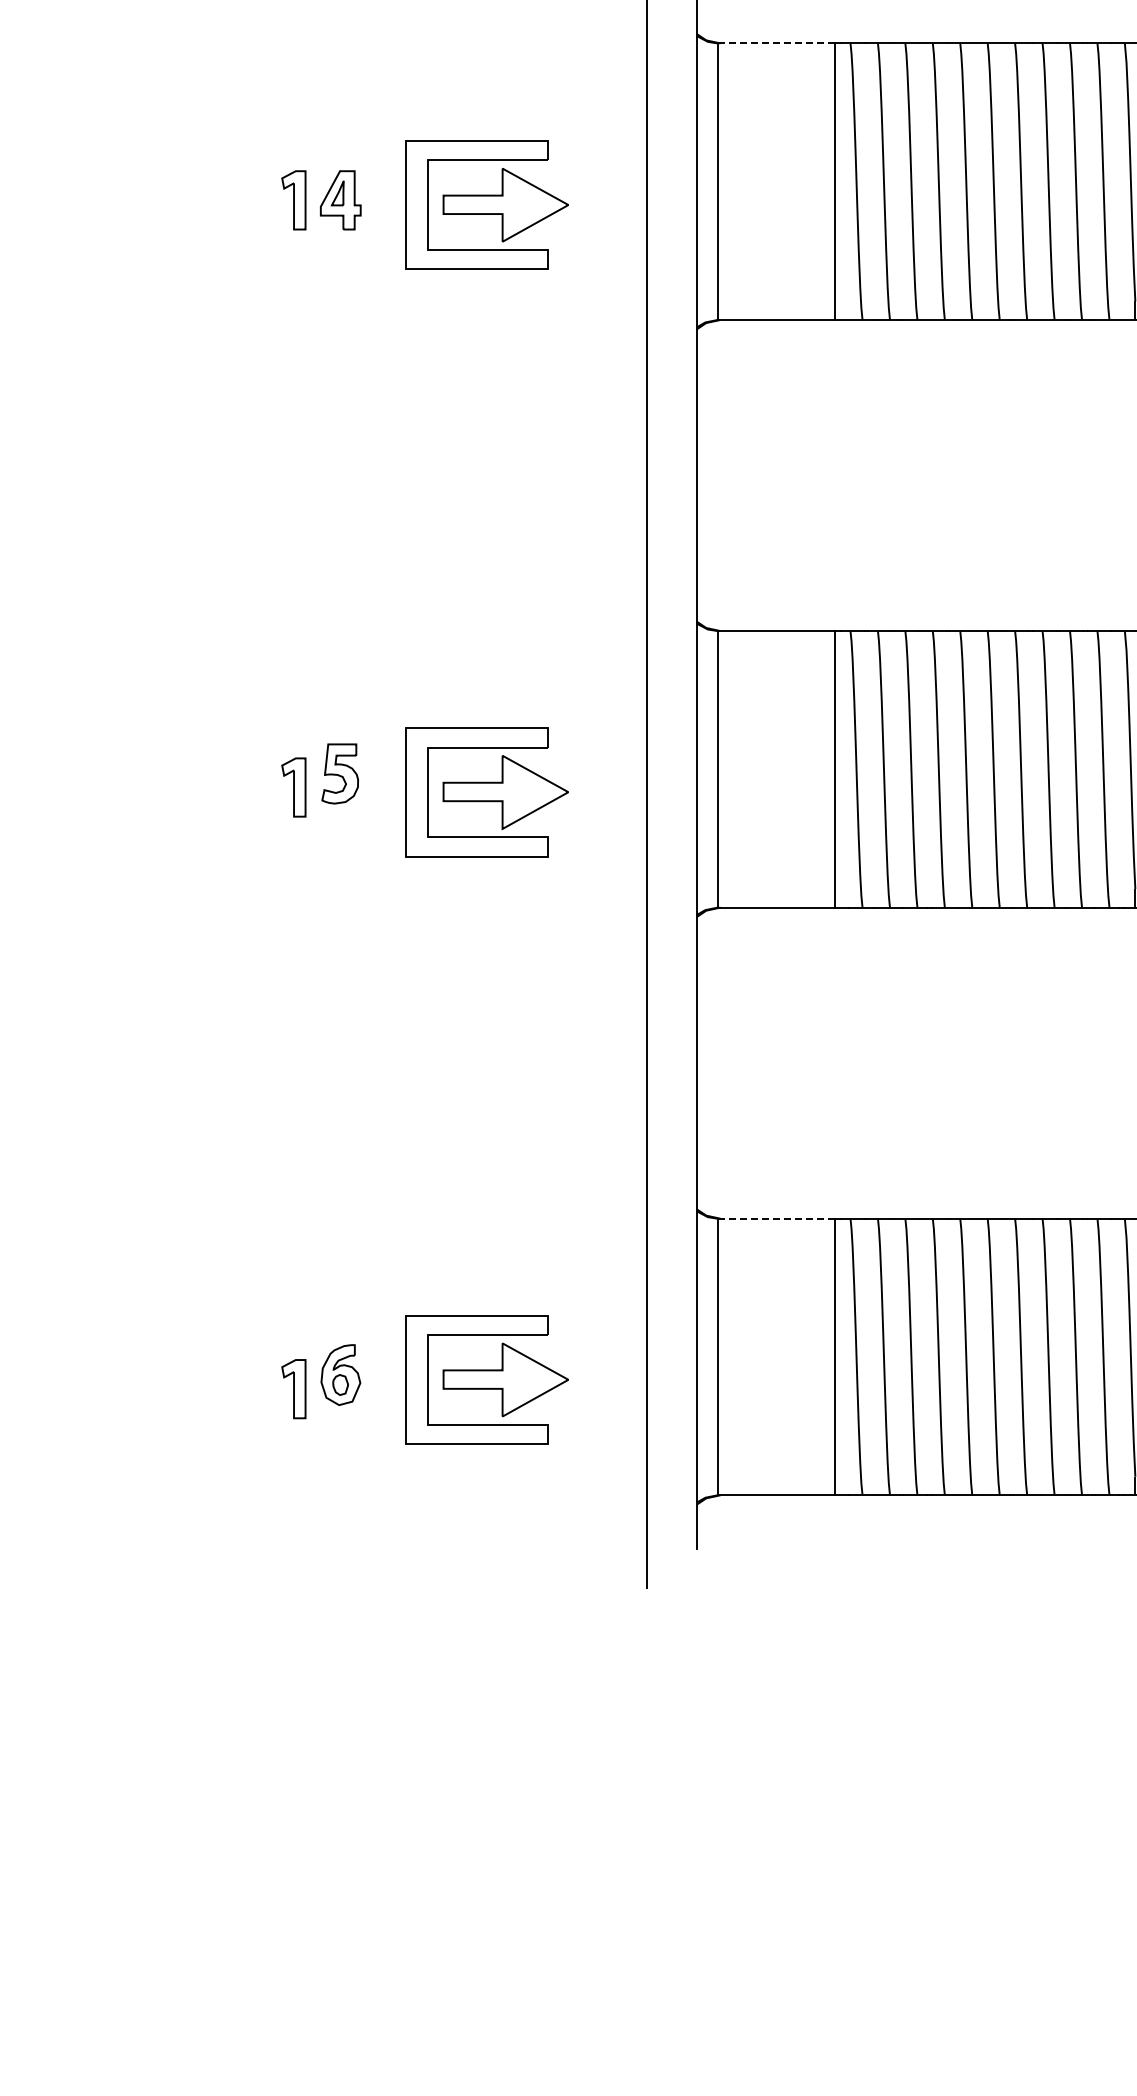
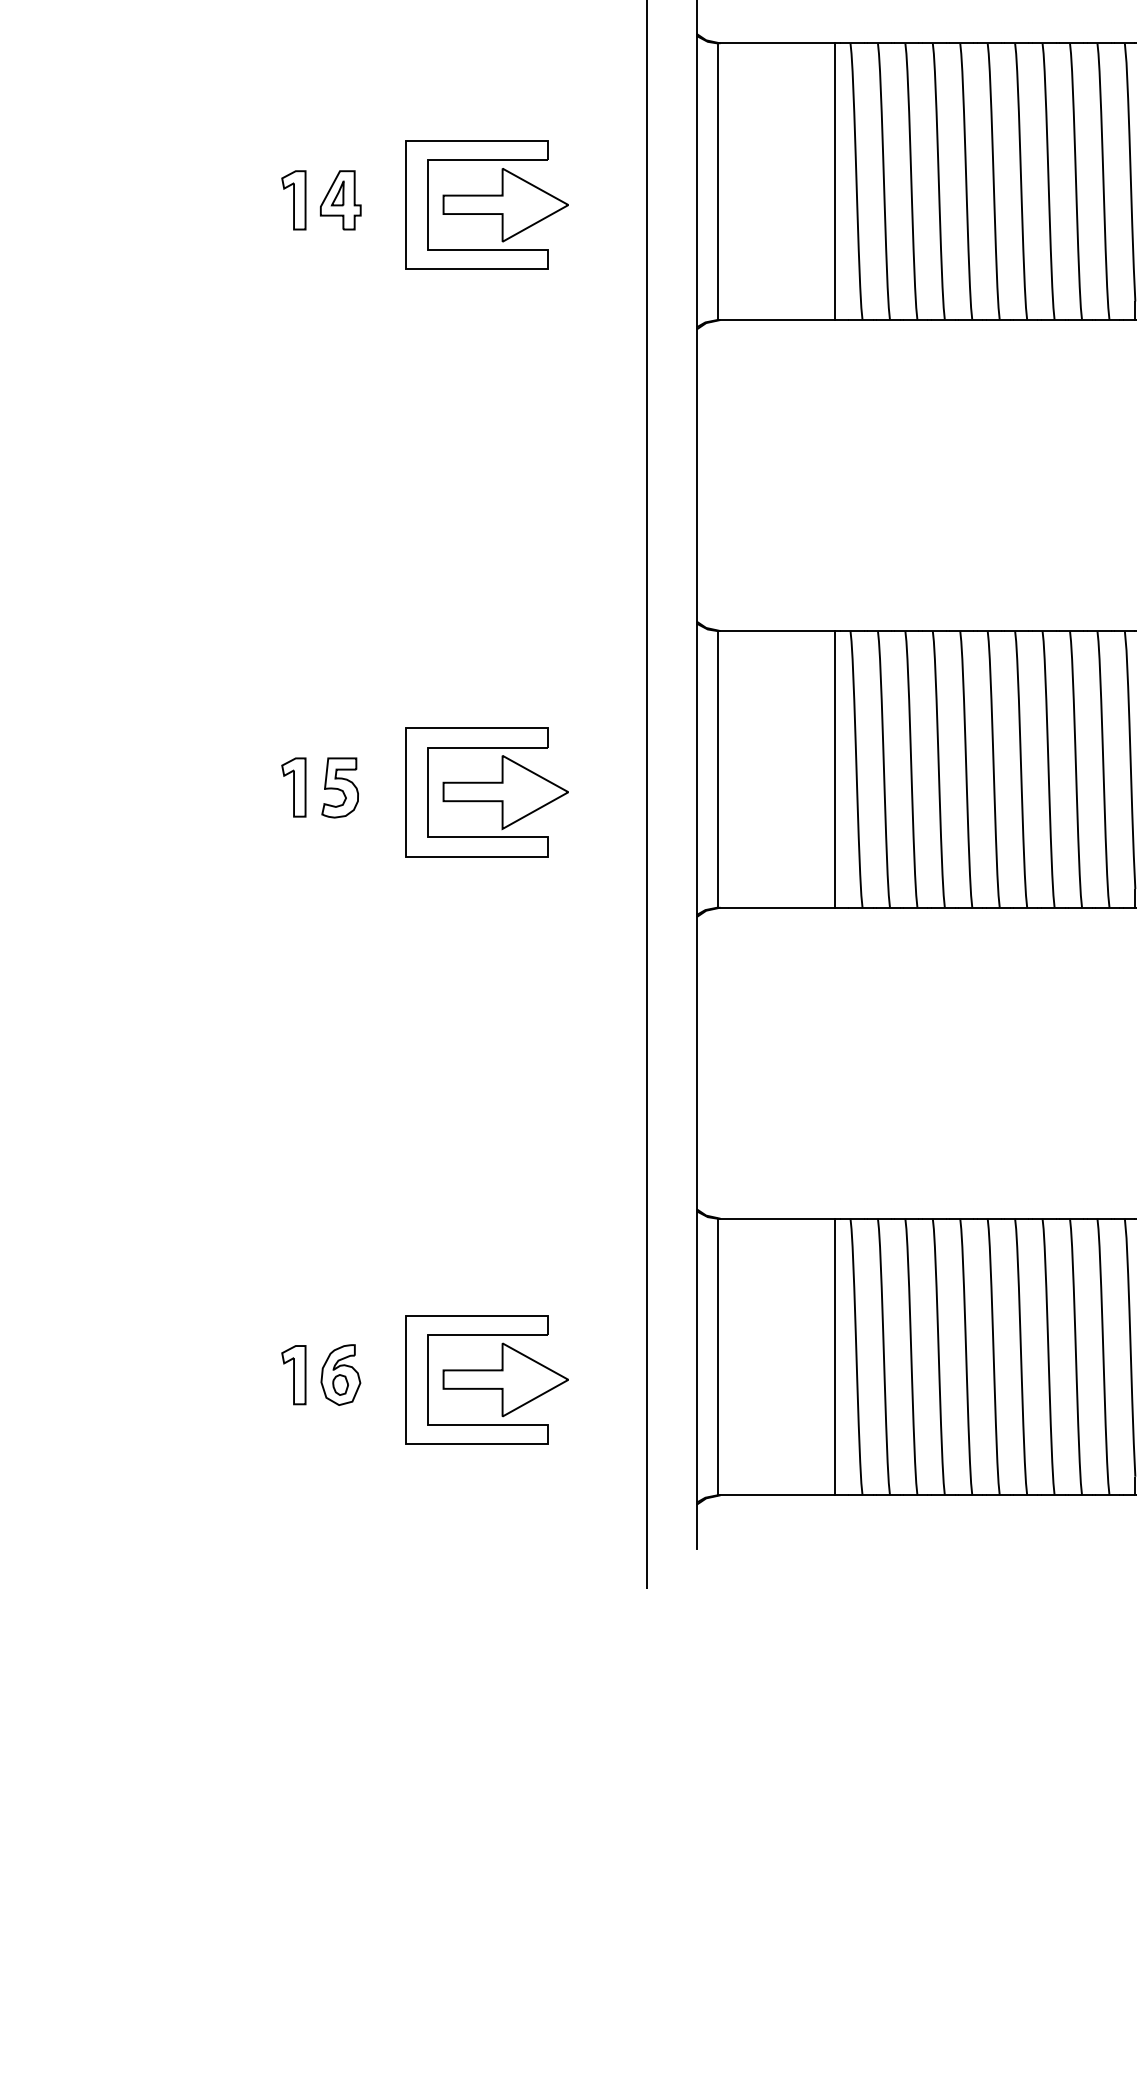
line at (776, 43): dashed -> solid
part at (339, 773) position: (339, 773) -> (339, 787)
line at (776, 1218): dashed -> solid
part at (293, 1389) position: (293, 1389) -> (293, 1375)
